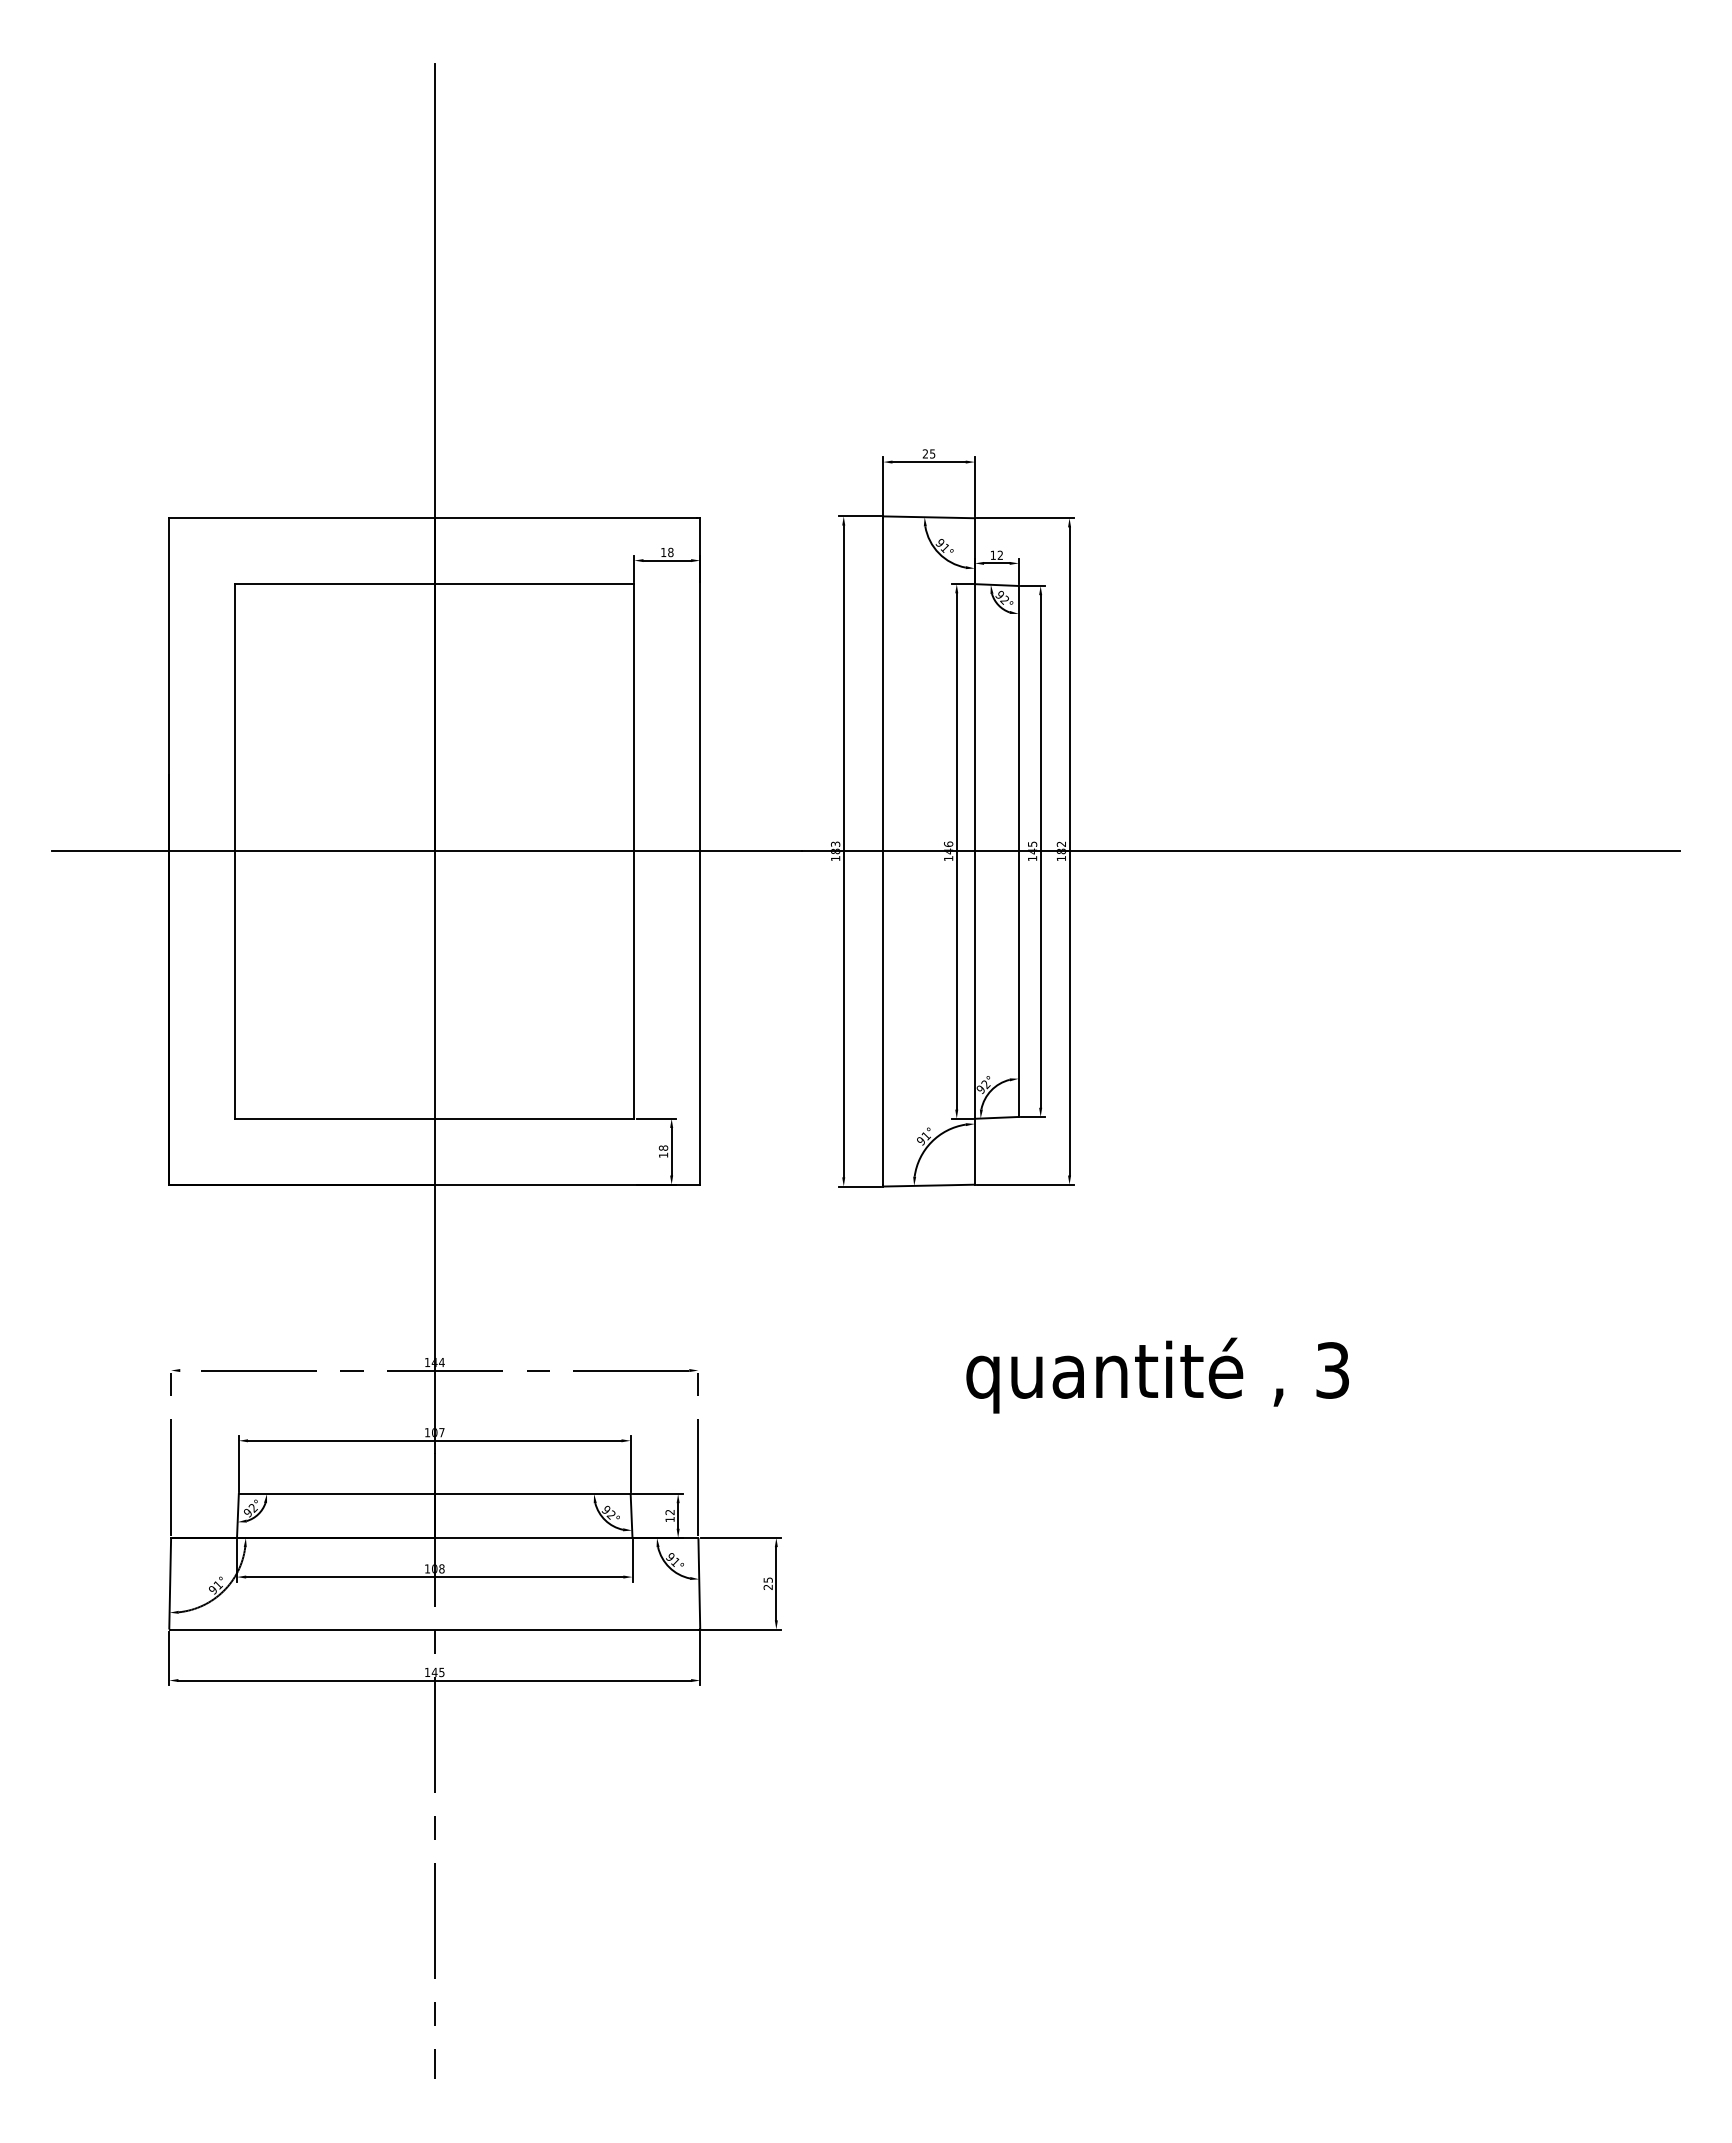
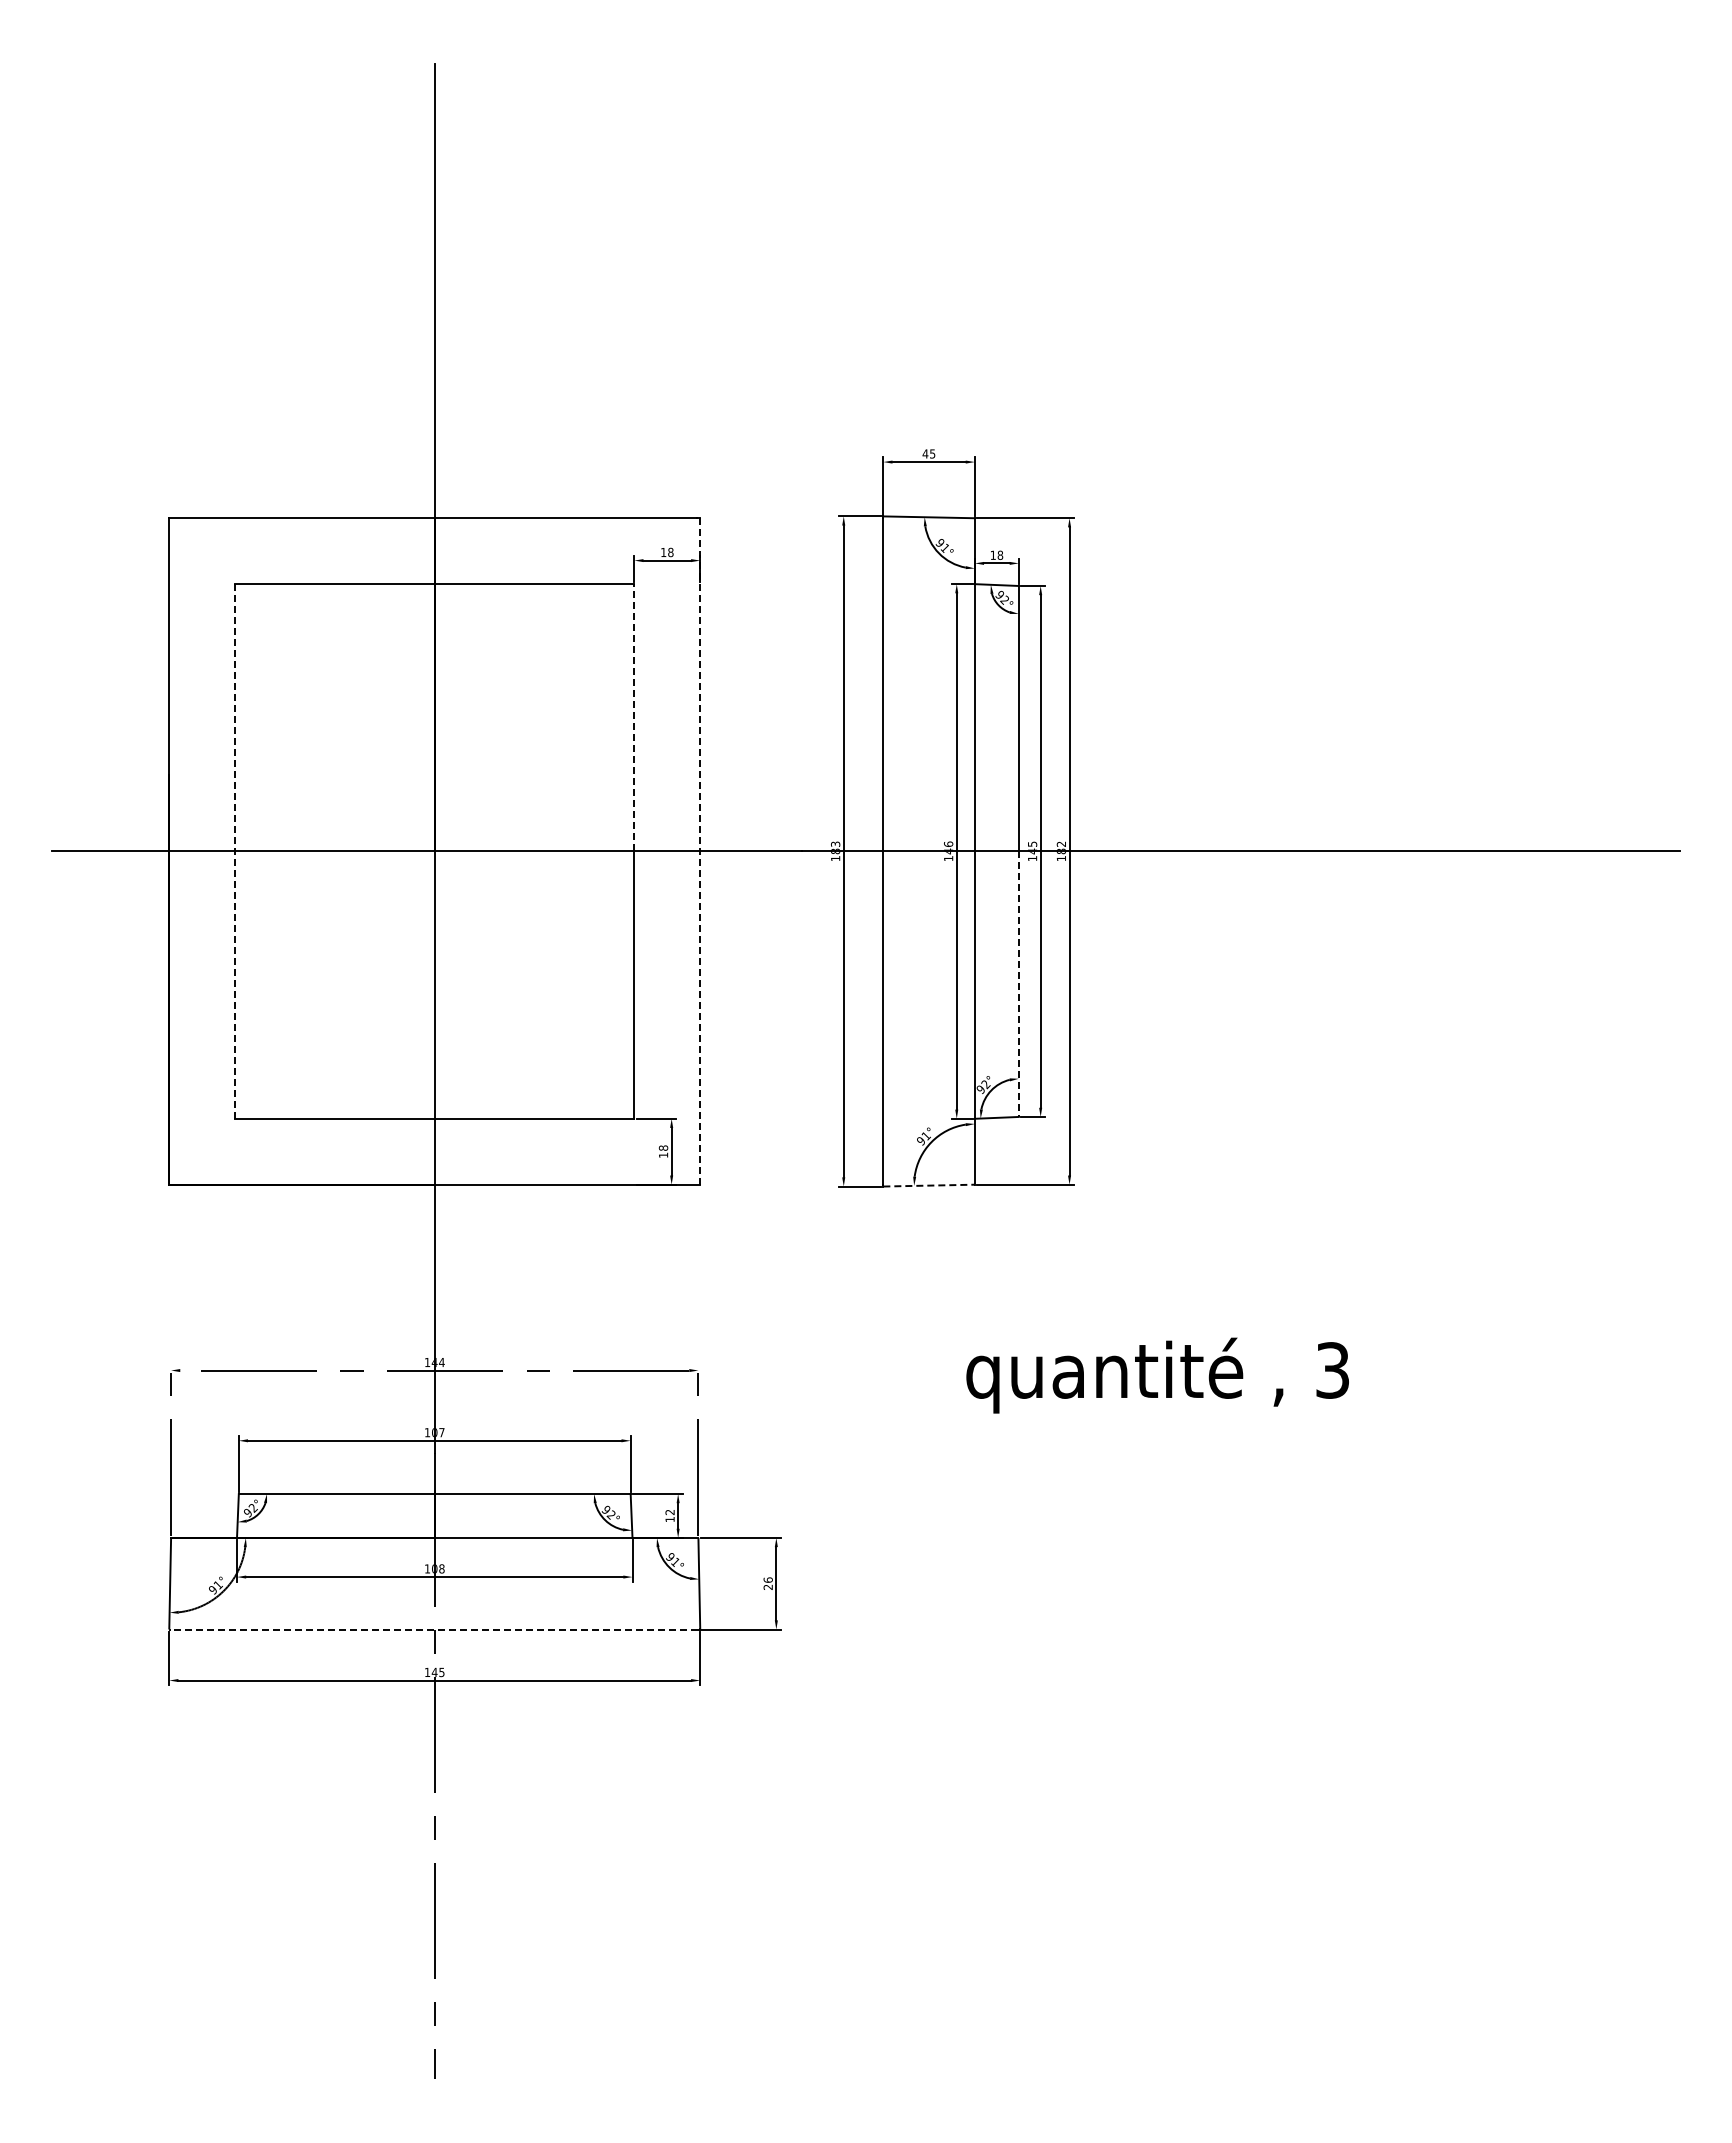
text at (925, 453): 25 -> 45
text at (1000, 554): 12 -> 18
line at (634, 717): solid -> dashed
line at (700, 850): solid -> dashed
line at (235, 851): solid -> dashed
line at (1018, 984): solid -> dashed
line at (929, 1185): solid -> dashed
text at (767, 1579): 25 -> 26
line at (434, 1629): solid -> dashed
